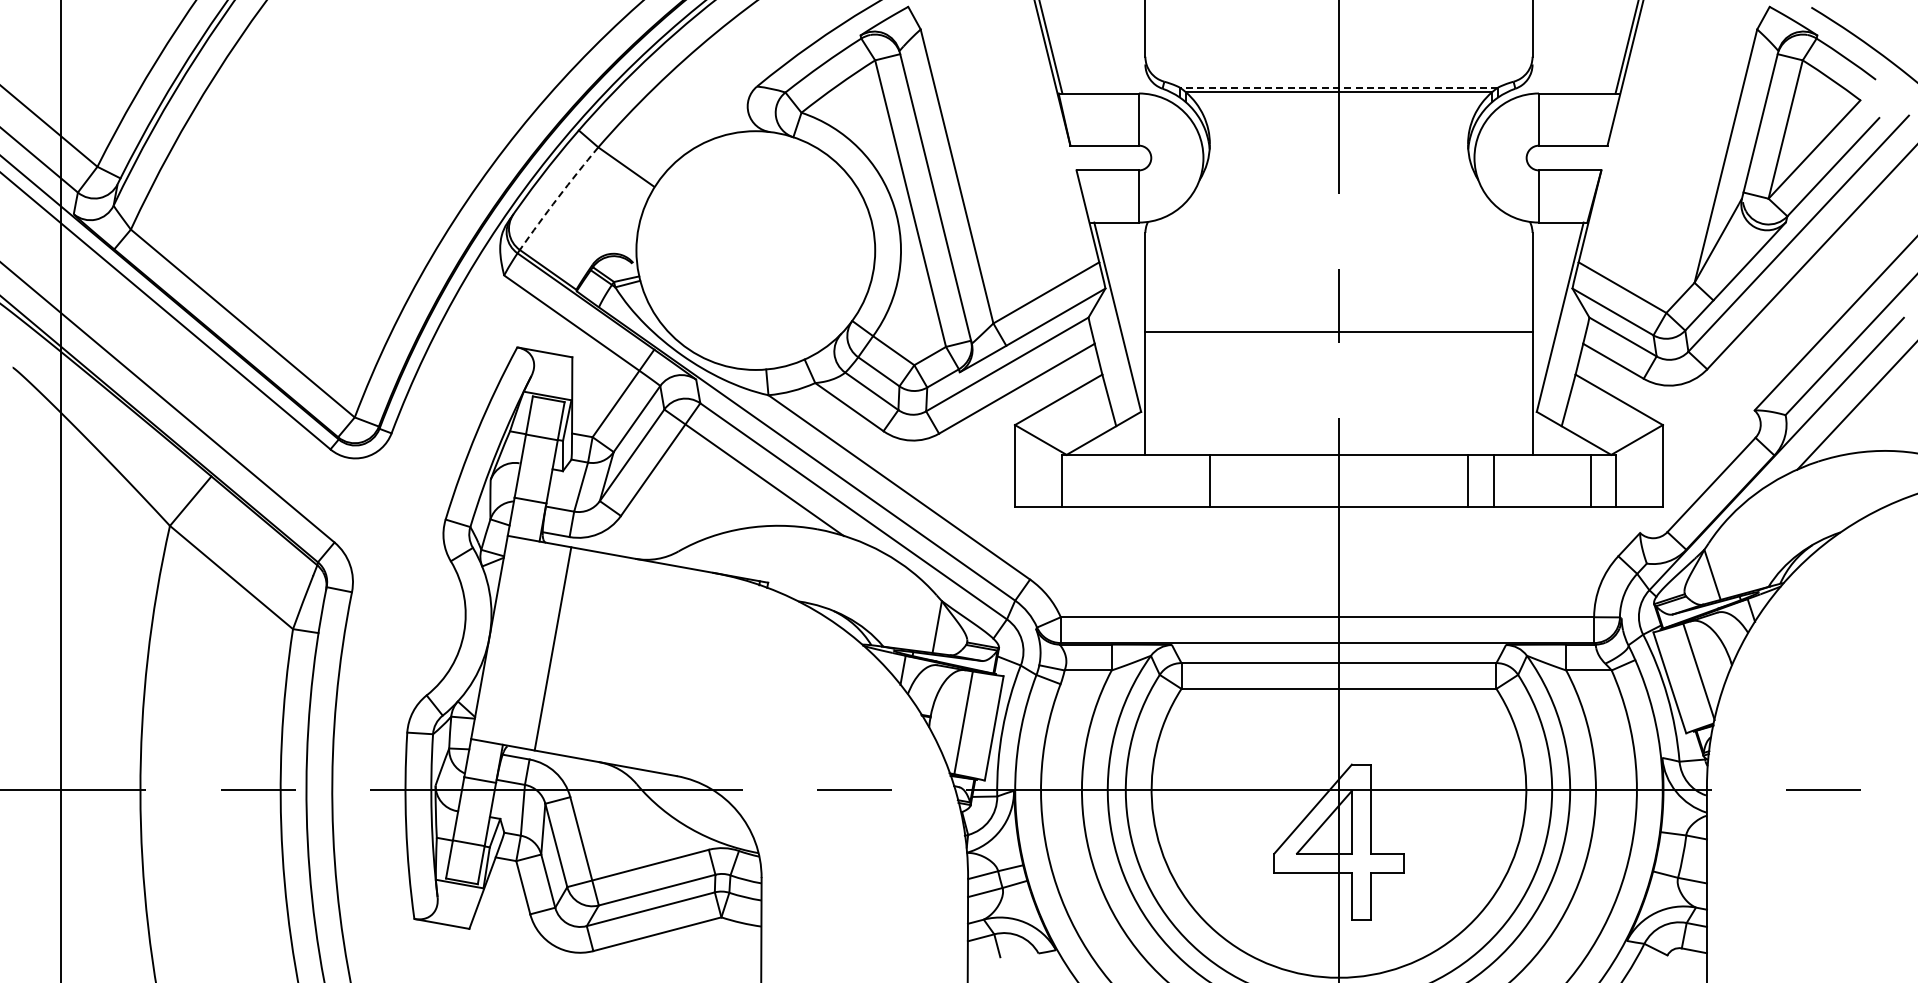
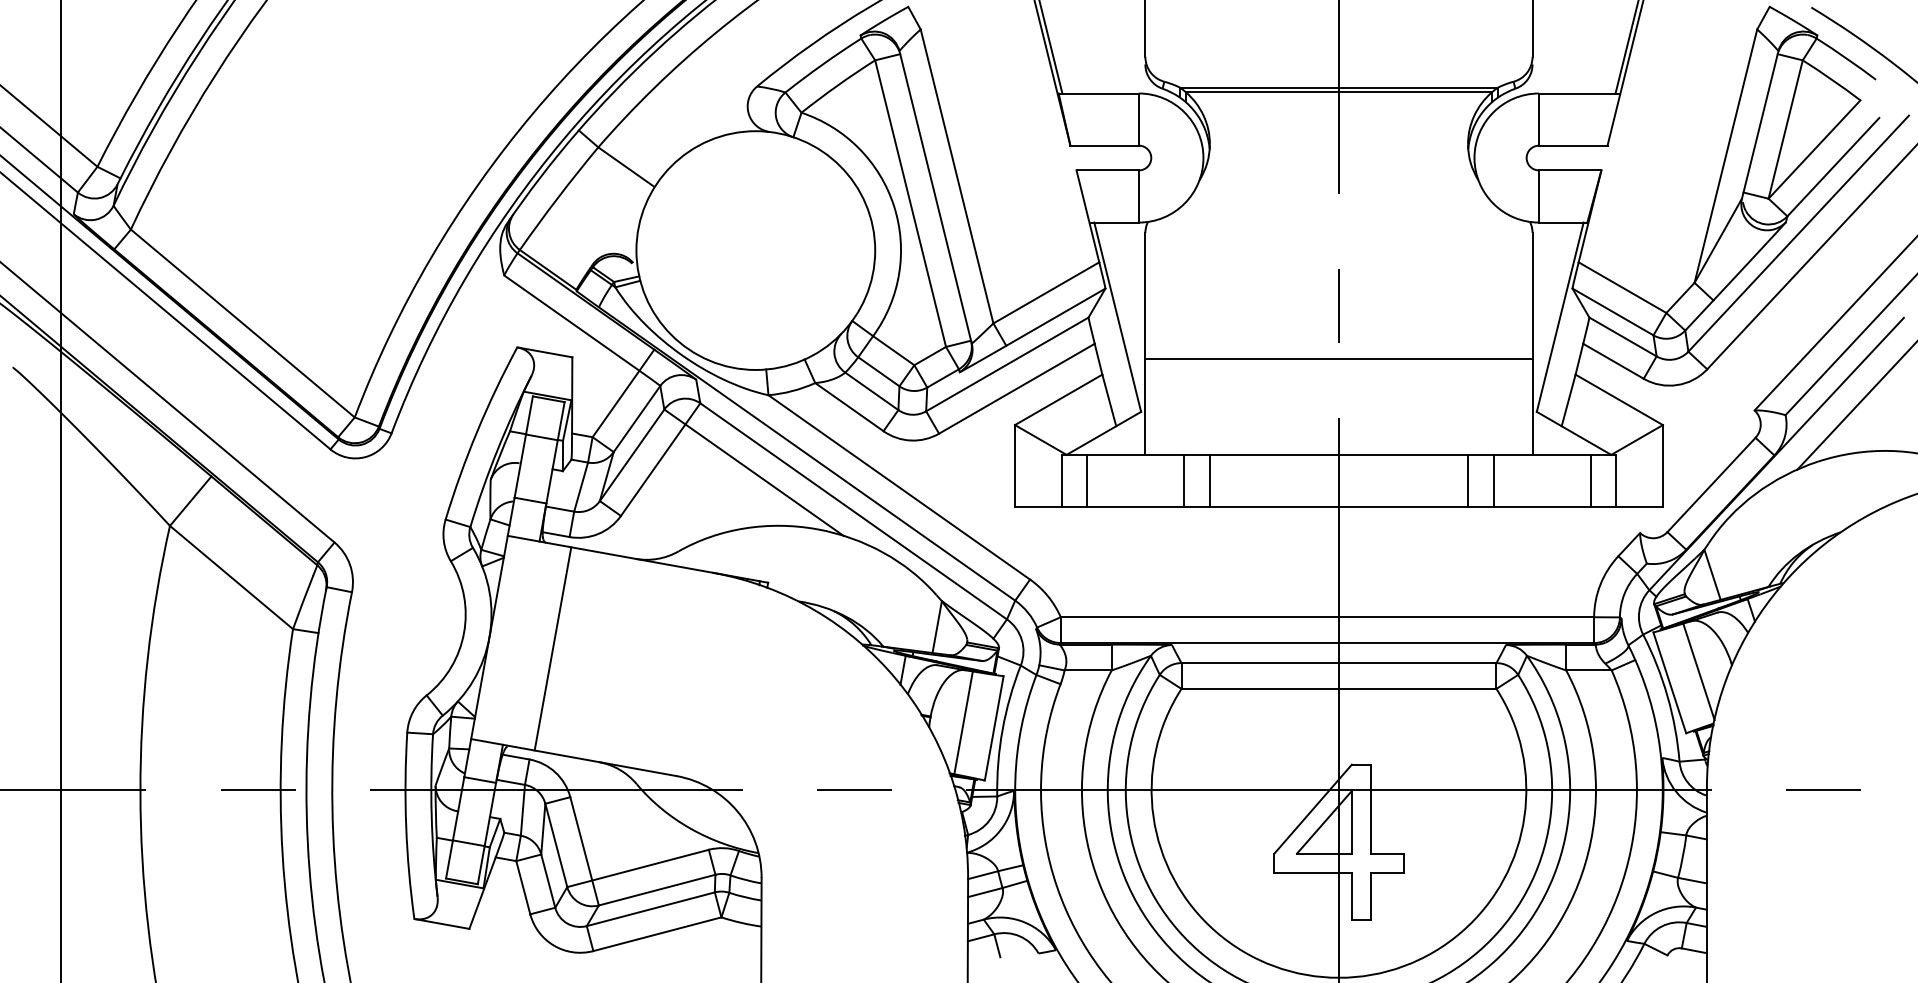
line at (1338, 87): dashed -> solid
arc at (558, 197): dashed -> solid
line at (1338, 332) position: (1338, 332) -> (1338, 359)
line at (1087, 480): none -> present
line at (1184, 480): none -> present
